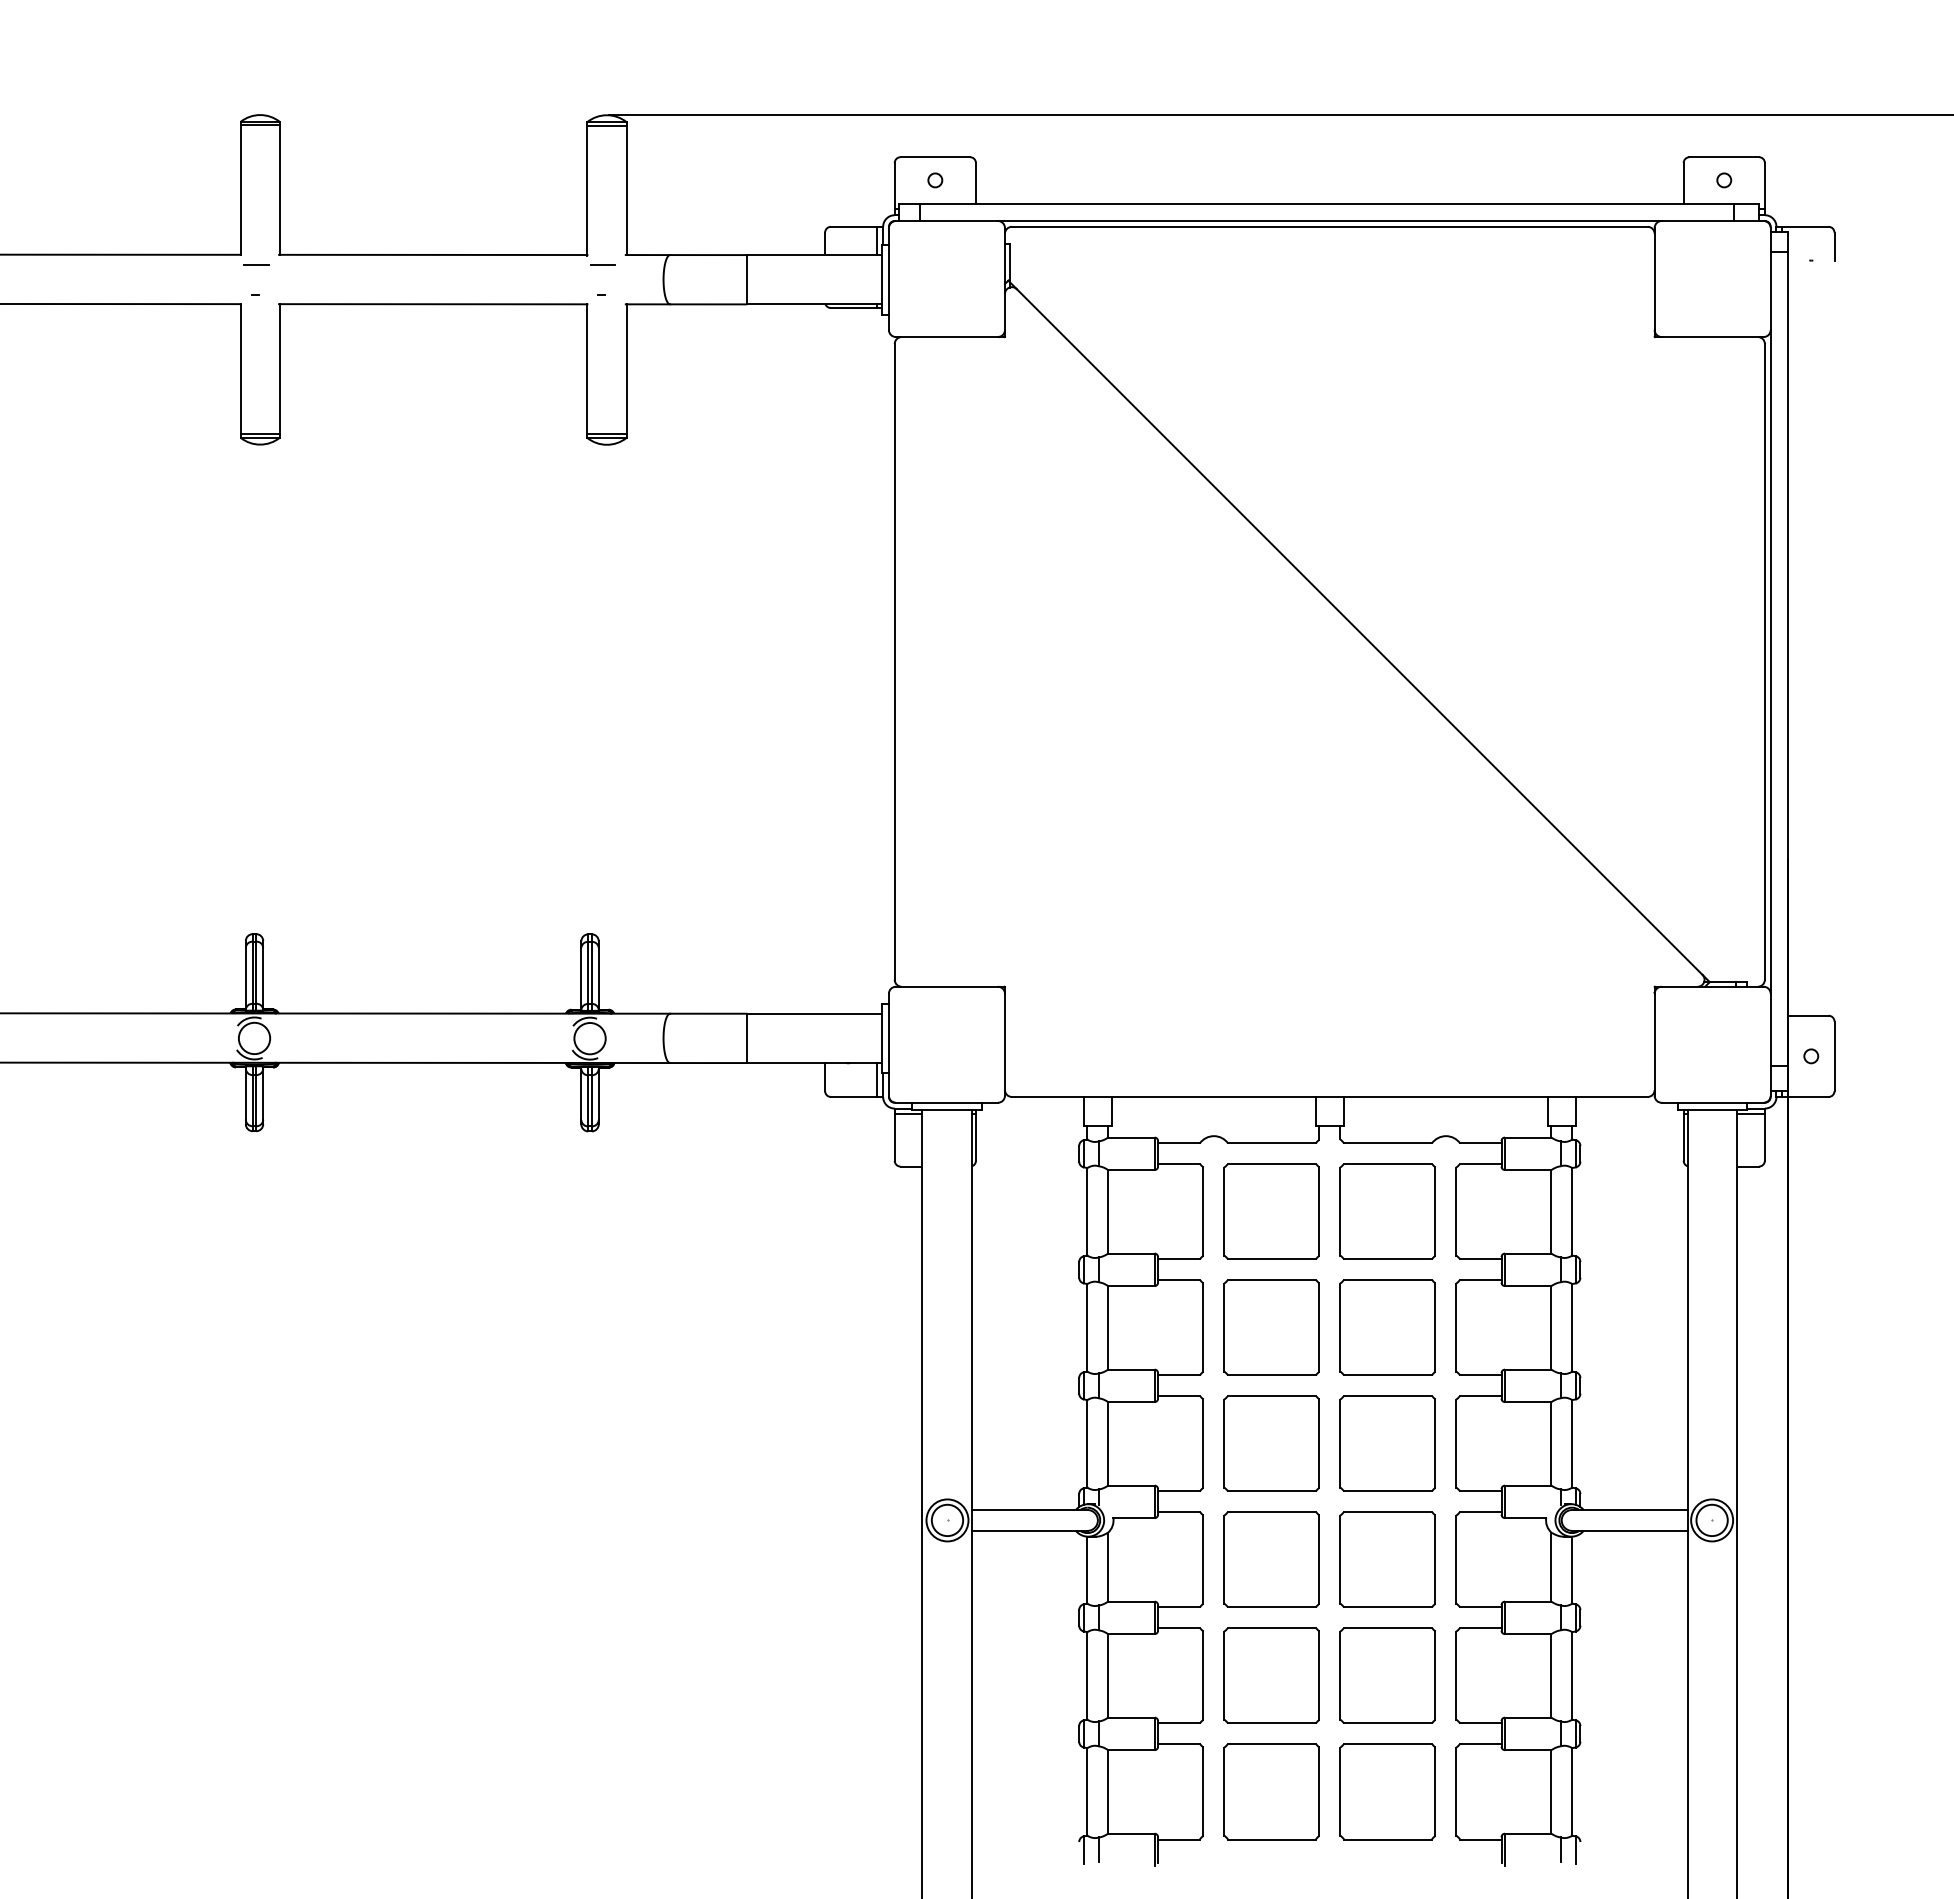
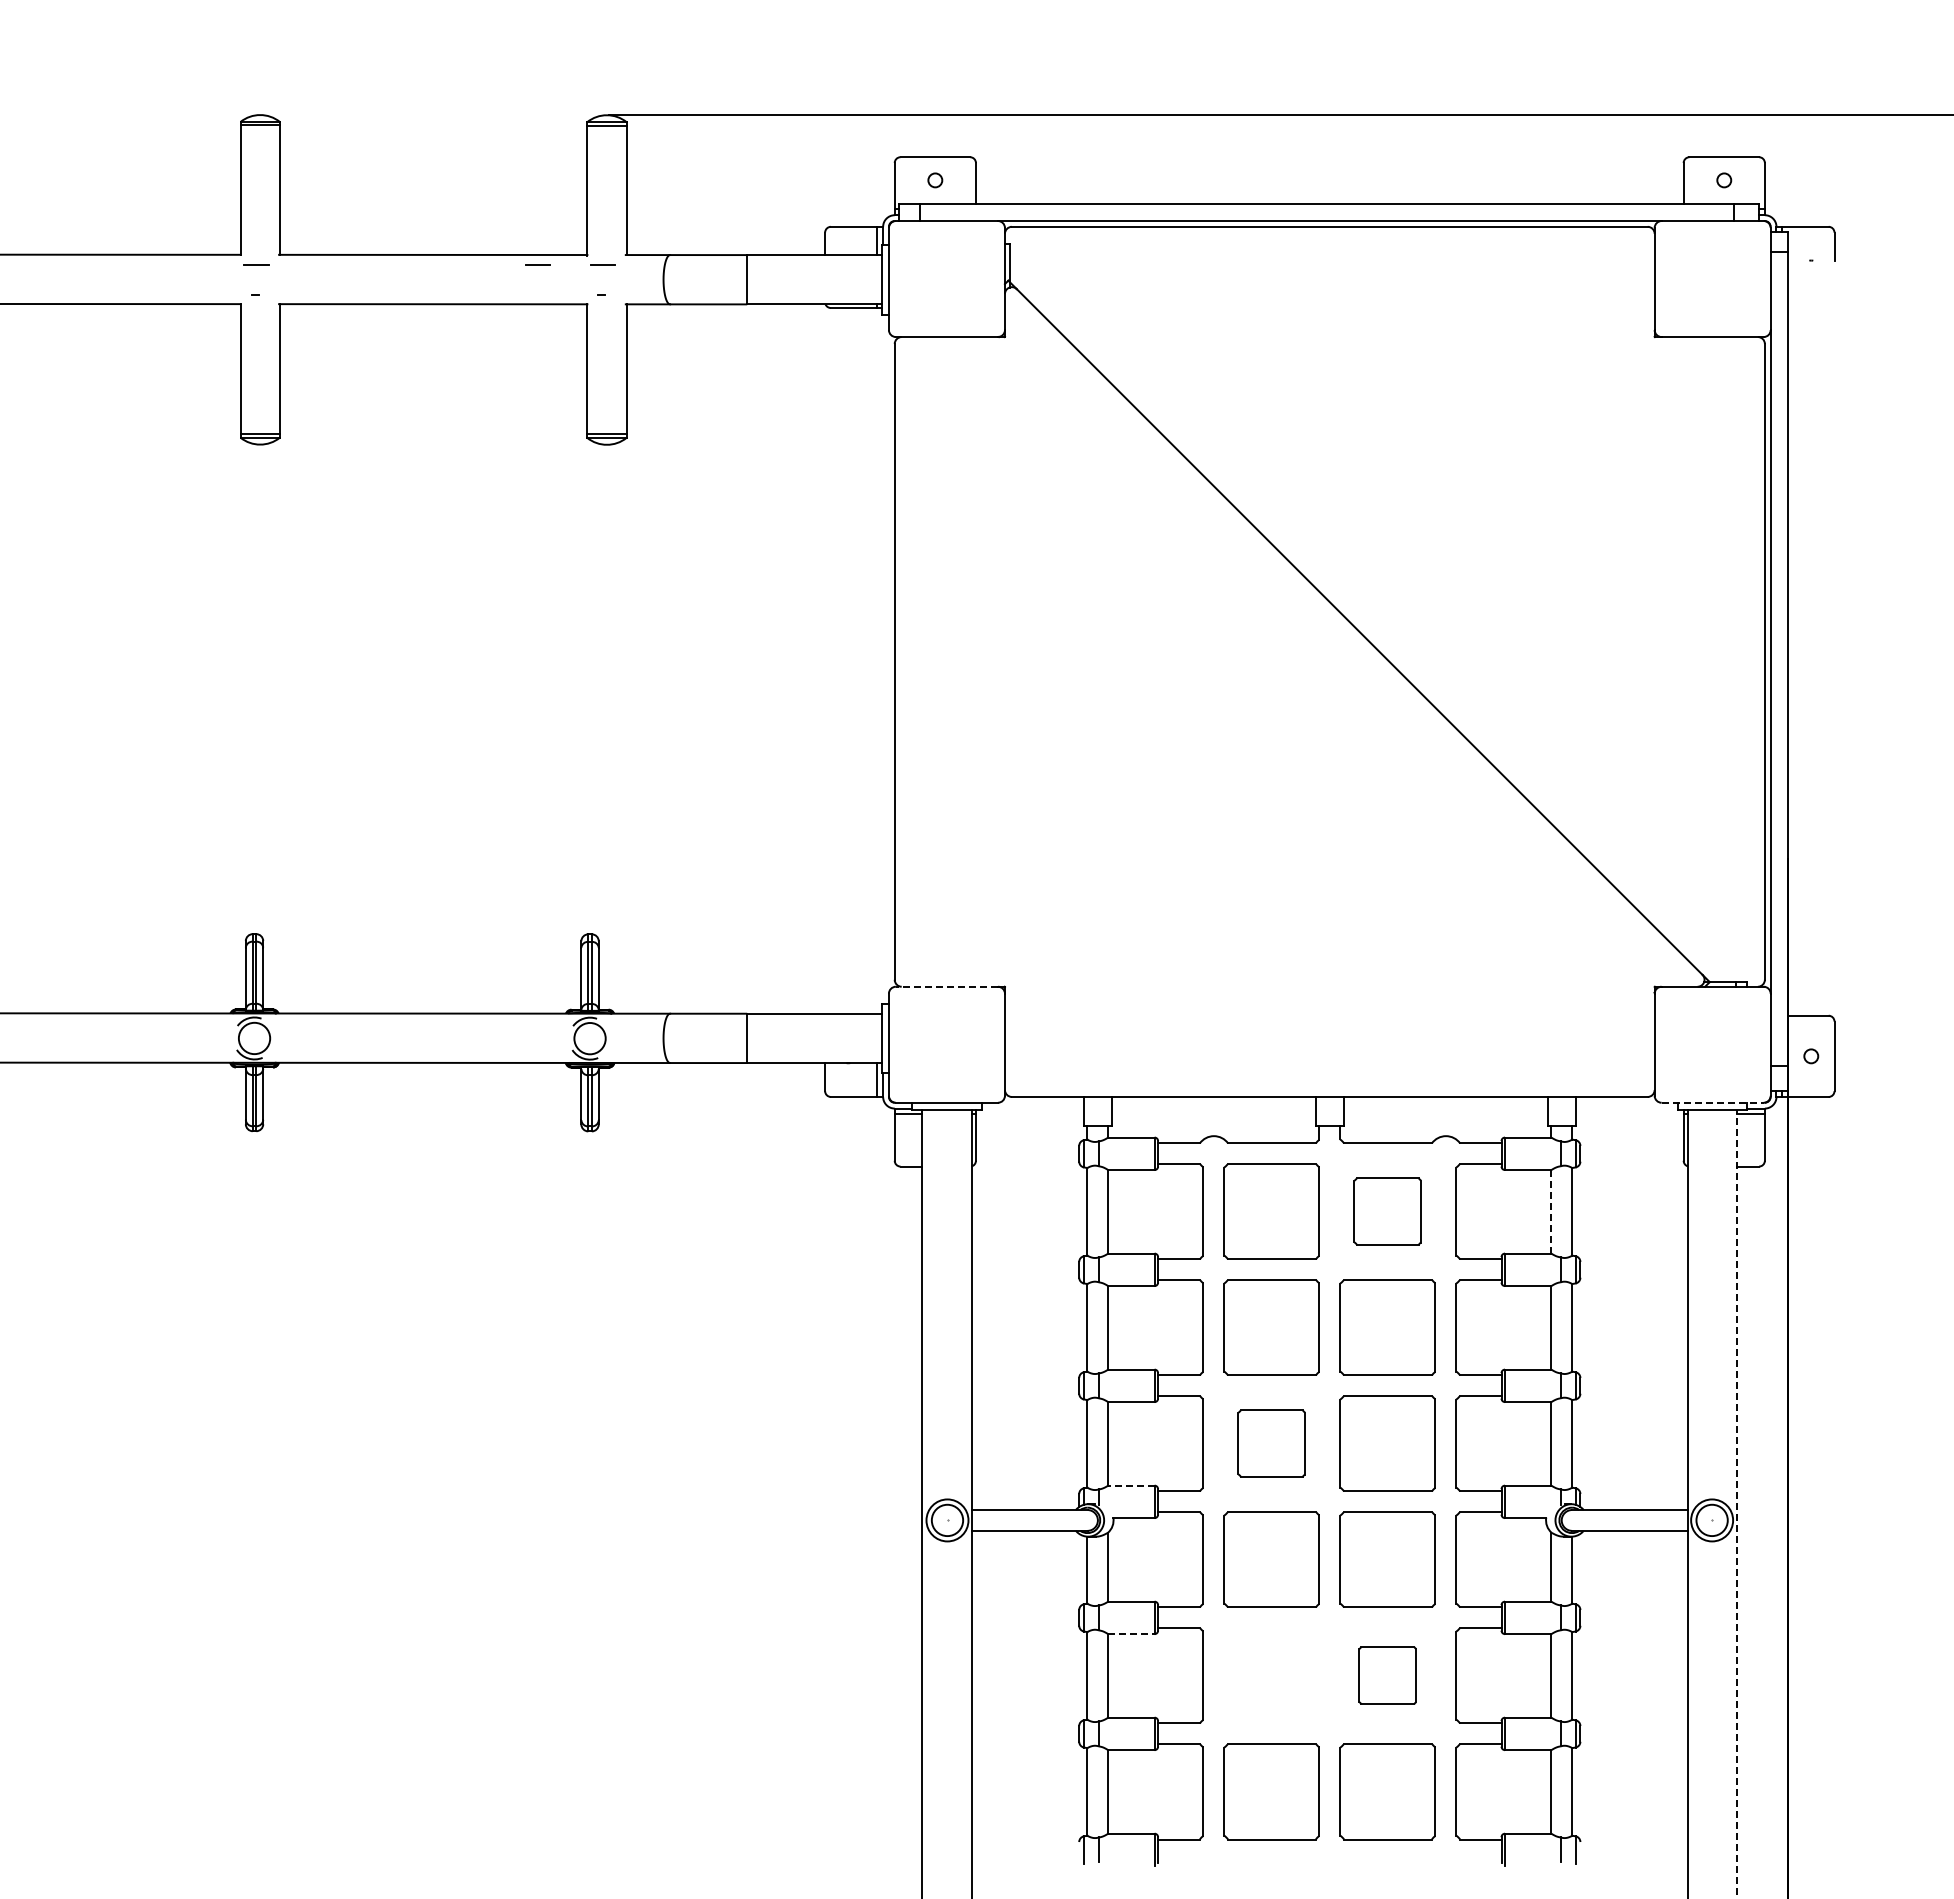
line at (537, 264): none -> present
line at (946, 986): solid -> dashed
line at (1713, 1102): solid -> dashed
part at (1387, 1211) size: 97x97 px -> 69x69 px
line at (1551, 1211): solid -> dashed
part at (1271, 1443) size: 97x97 px -> 69x69 px
line at (1130, 1485): solid -> dashed
line at (1737, 1503): solid -> dashed
line at (1131, 1634): solid -> dashed
part at (1271, 1675): present -> none
part at (1387, 1675) size: 97x97 px -> 59x59 px
